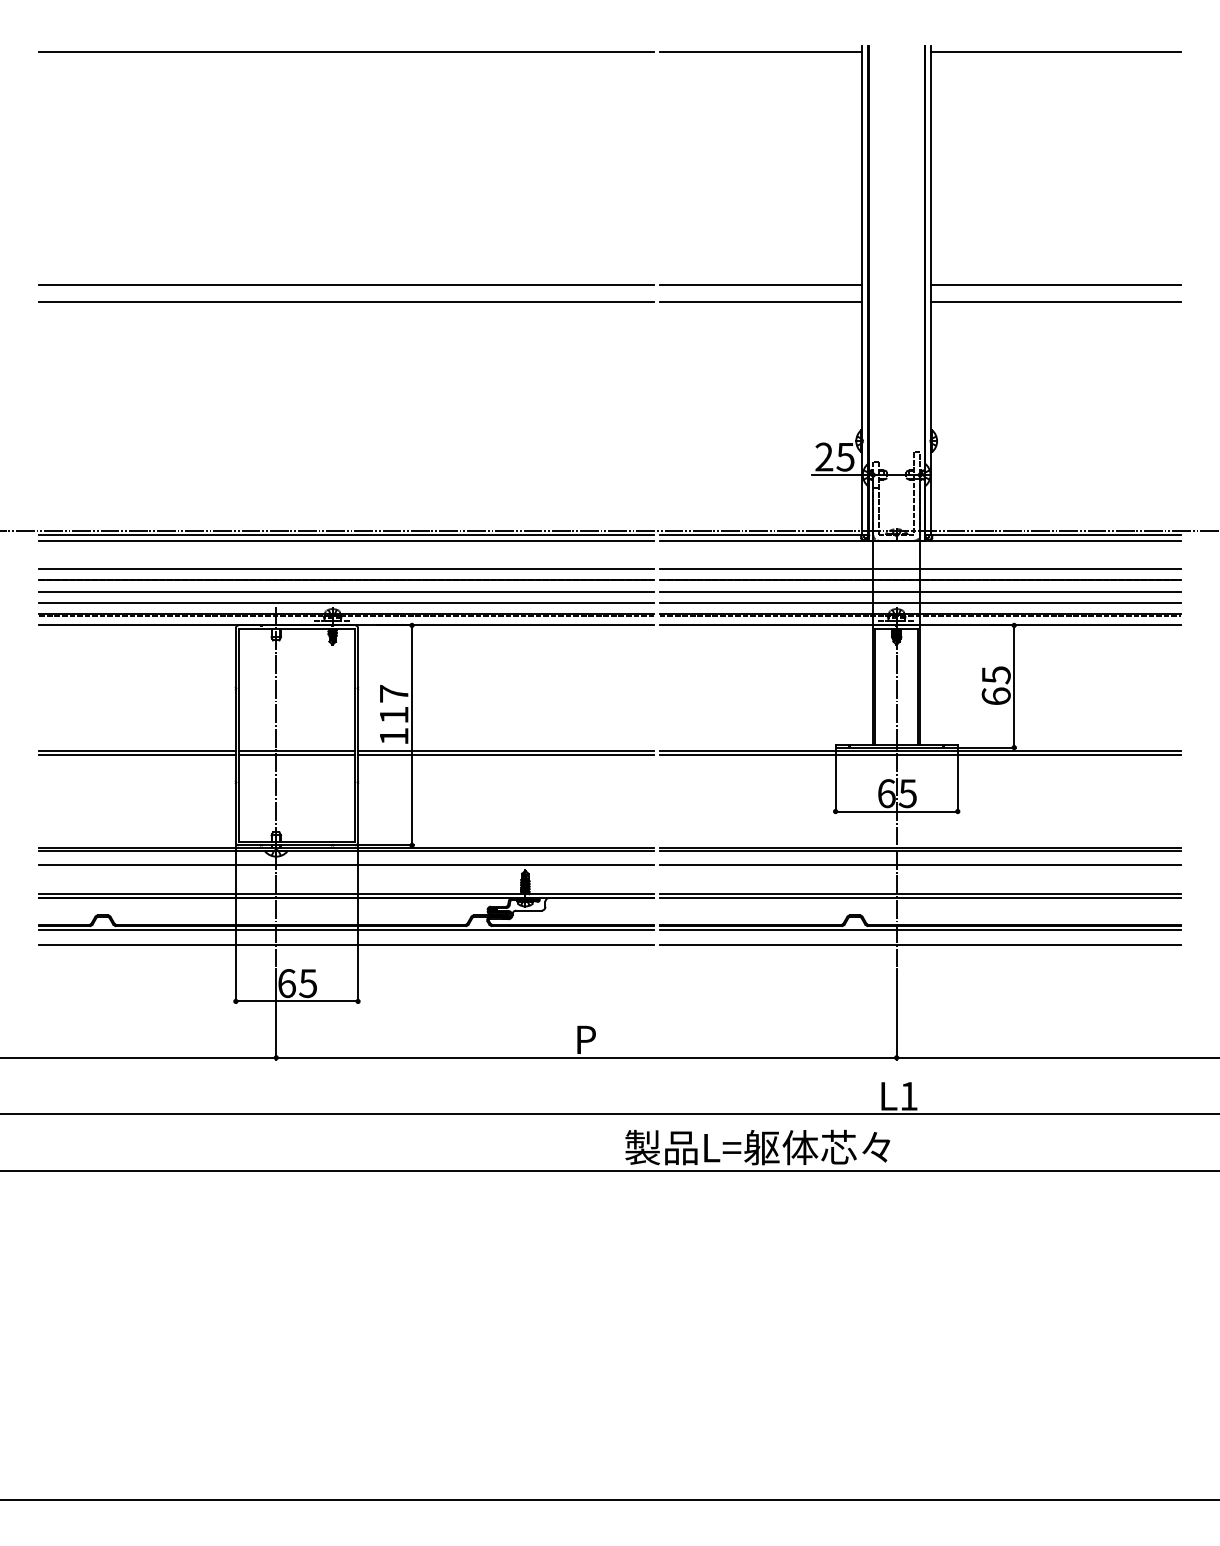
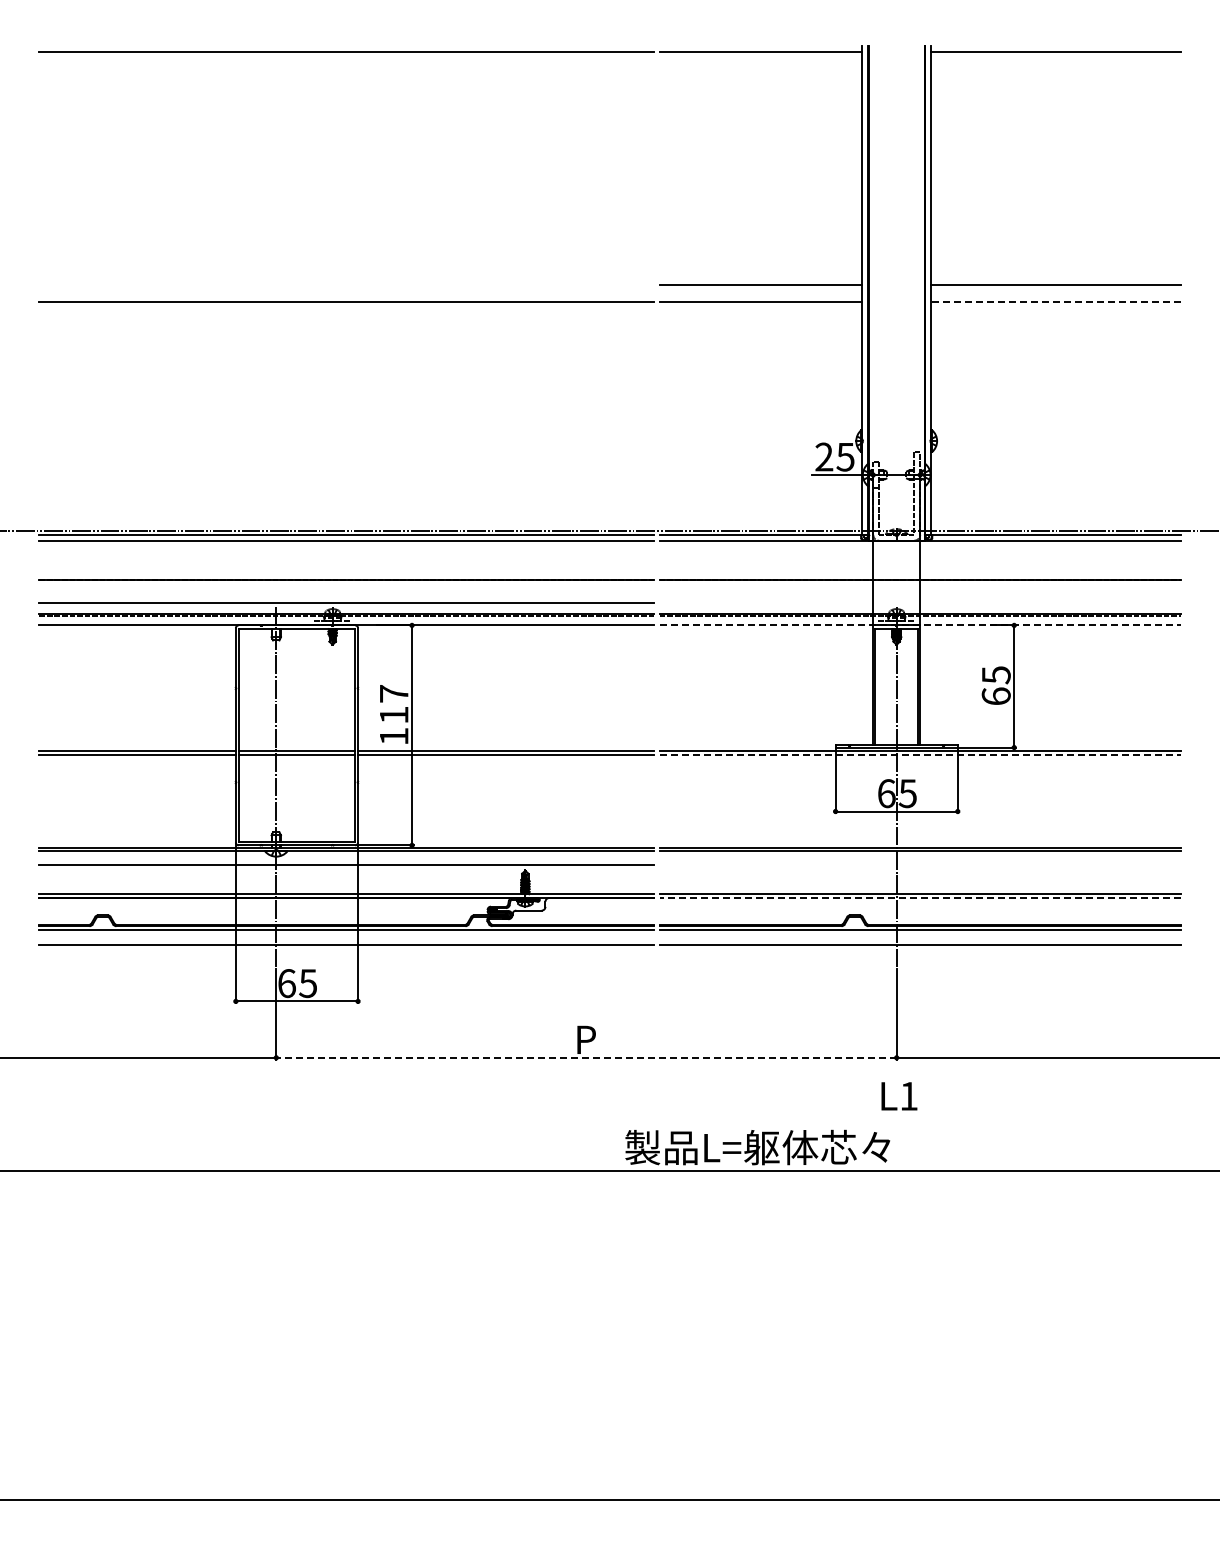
line at (346, 285): present -> none
line at (1056, 302): solid -> dashed
line at (346, 569): present -> none
line at (919, 569): present -> none
line at (346, 591): present -> none
line at (919, 591): present -> none
line at (919, 602): present -> none
line at (920, 625): solid -> dashed
line at (920, 755): solid -> dashed
line at (919, 864): present -> none
line at (919, 898): solid -> dashed
line at (586, 1057): solid -> dashed
line at (609, 1114): present -> none
